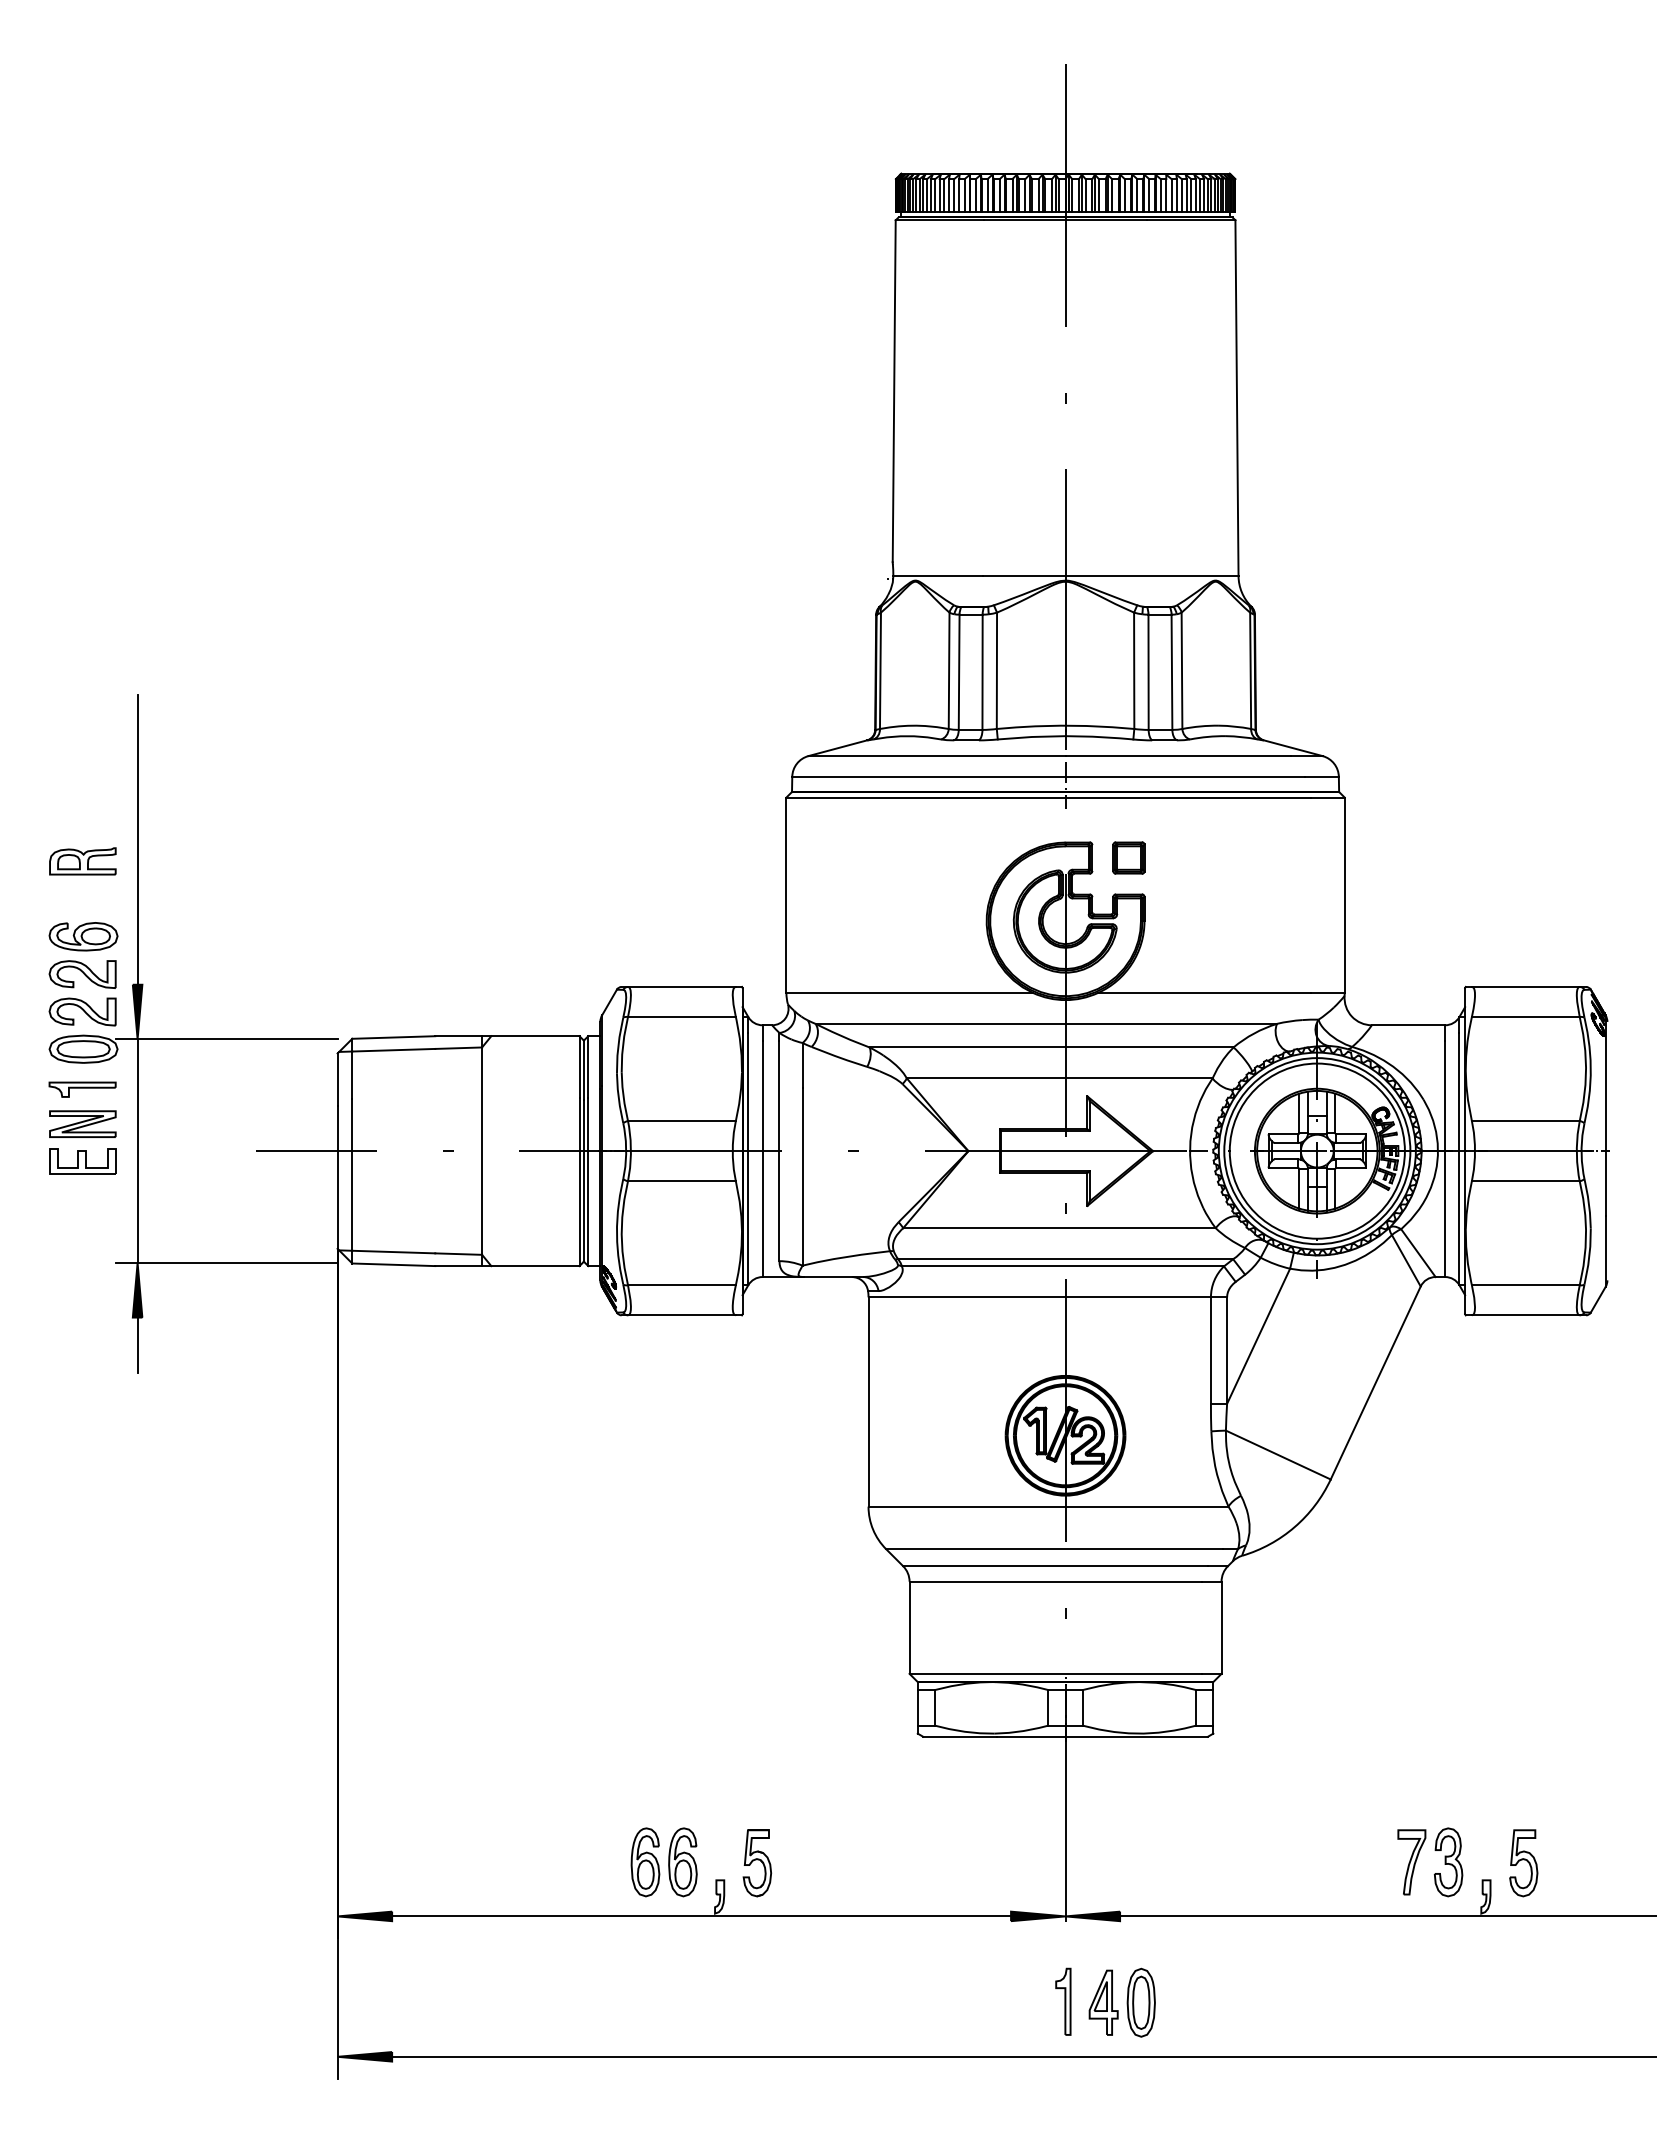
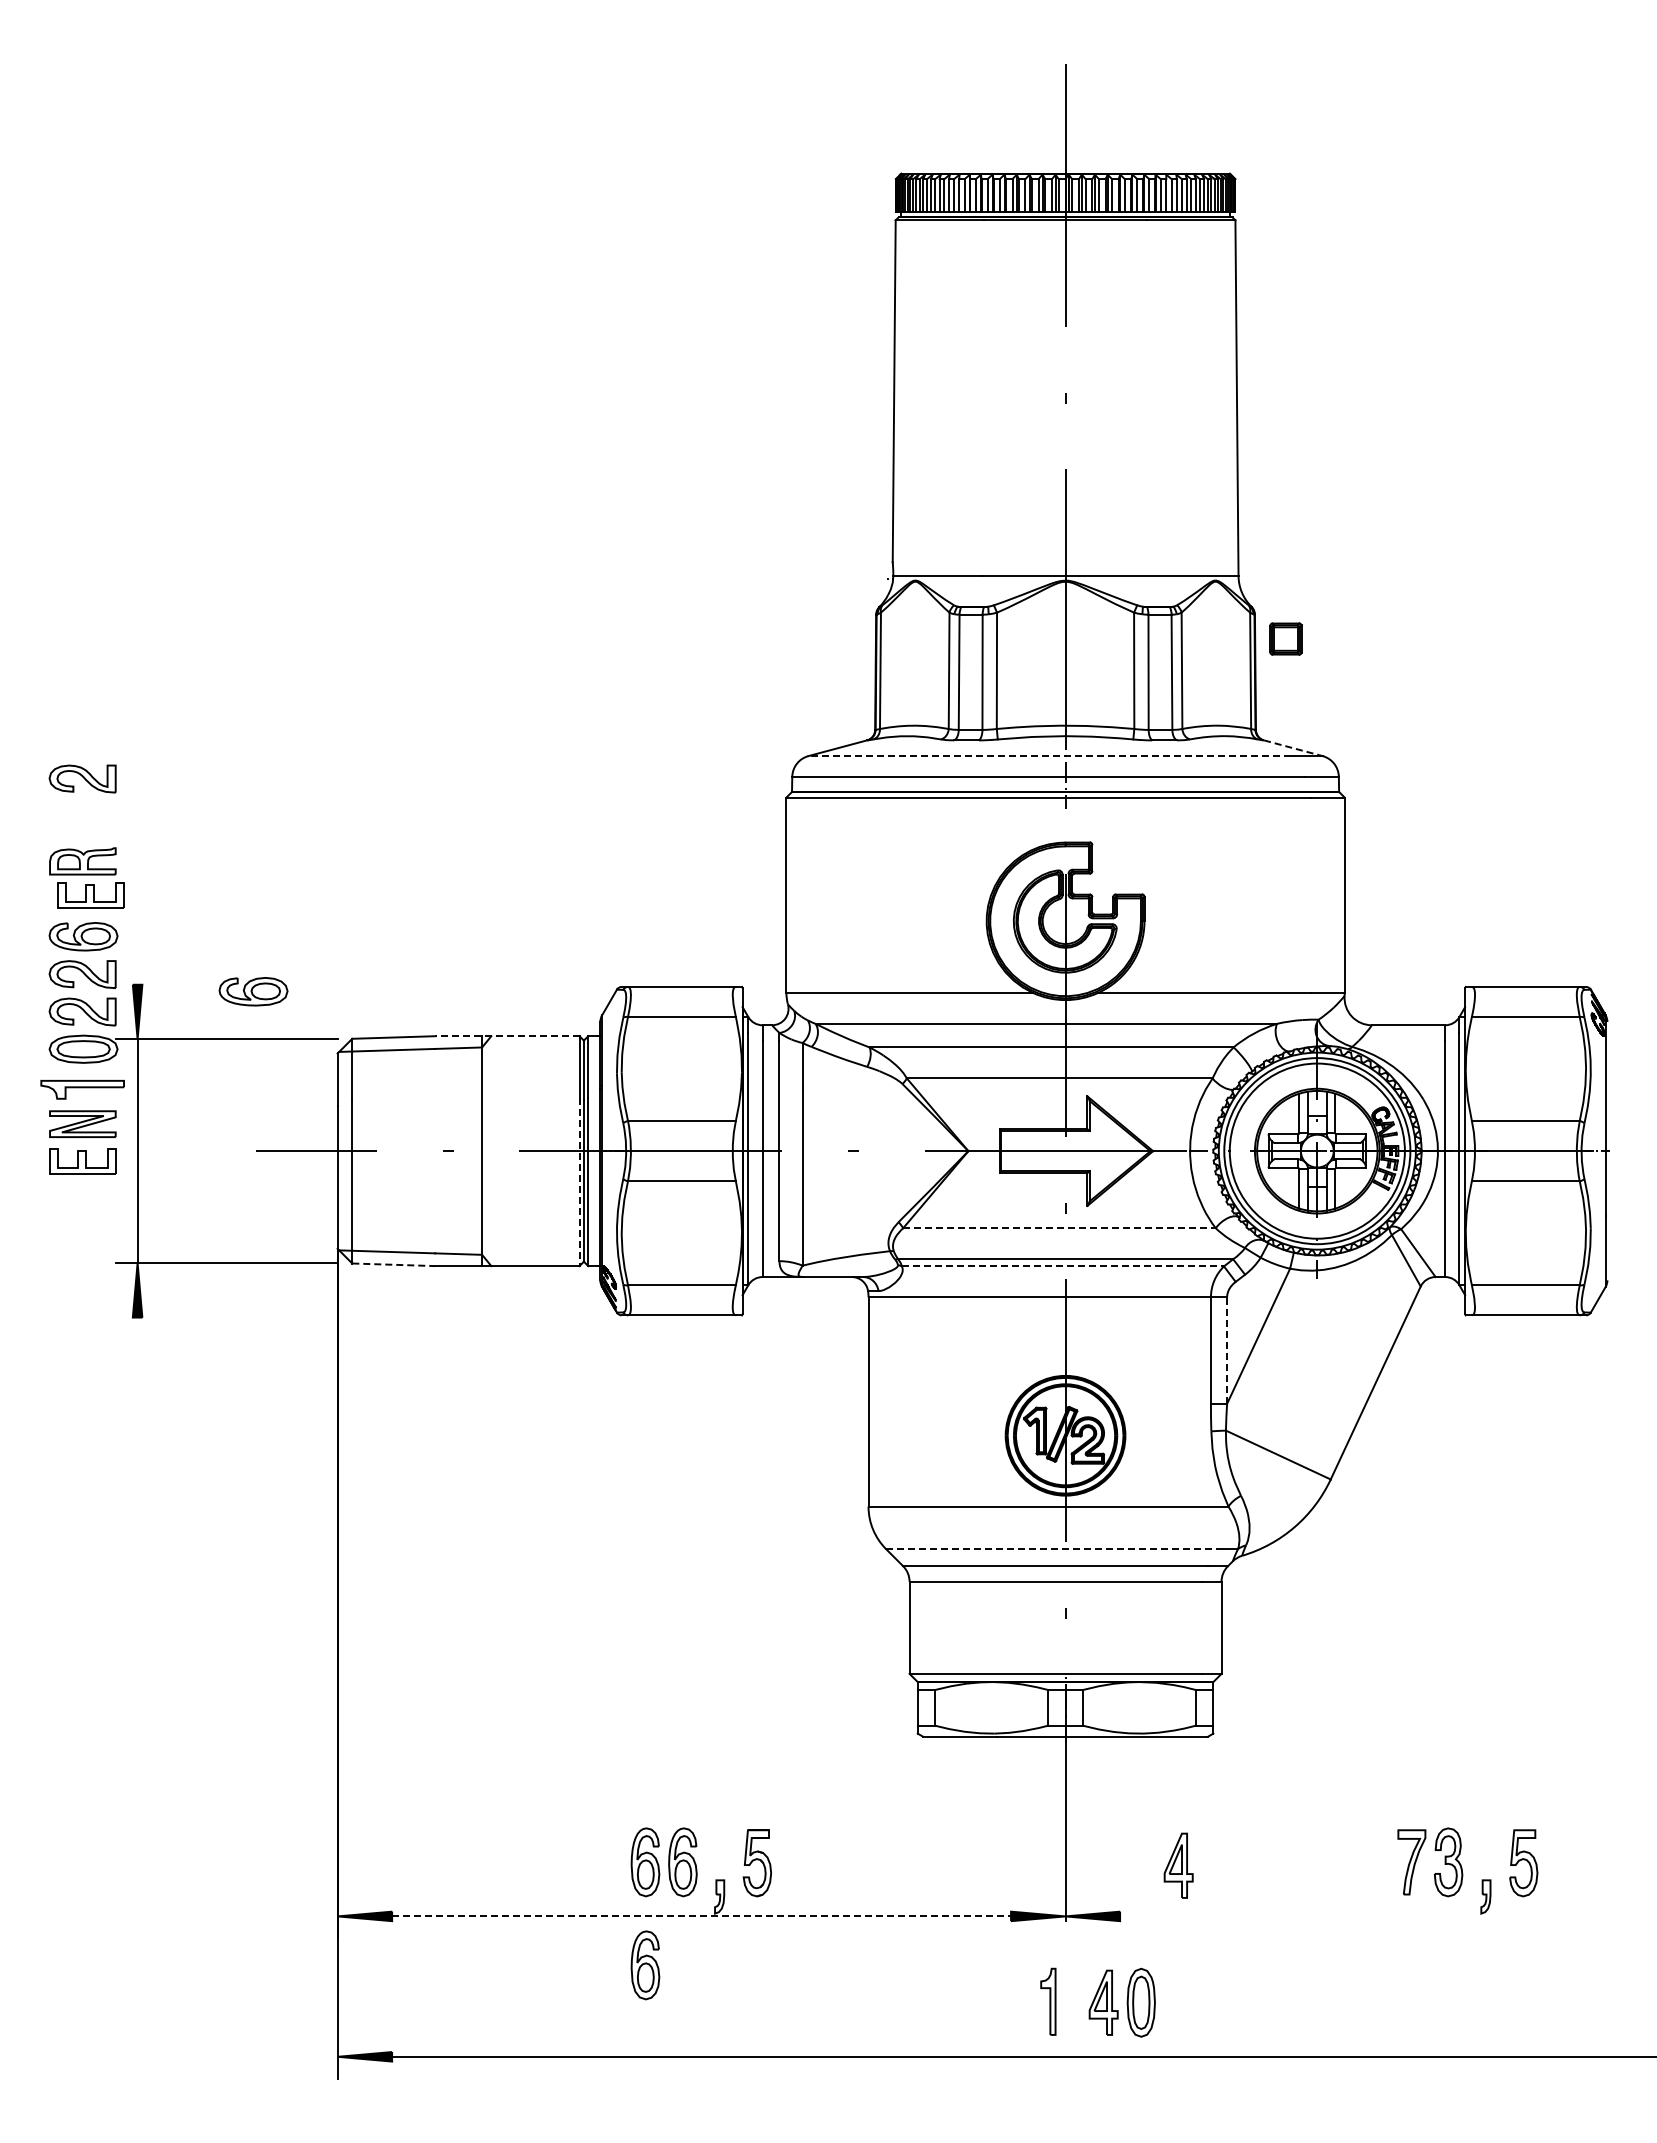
line at (1293, 748): solid -> dashed
line at (1049, 756): solid -> dashed
part at (82, 778): none -> present
line at (137, 839): present -> none
part at (1128, 857) position: (1128, 857) -> (1285, 638)
part at (90, 895): none -> present
part at (253, 991): none -> present
line at (506, 1036): solid -> dashed
part at (82, 1089) size: 69x17 px -> 85x20 px
line at (579, 1182): solid -> dashed
line at (1059, 1228): solid -> dashed
line at (394, 1264): solid -> dashed
line at (1063, 1266): solid -> dashed
line at (137, 1344): present -> none
line at (1227, 1350): solid -> dashed
line at (1055, 1549): solid -> dashed
part at (1178, 1865): none -> present
line at (702, 1916): solid -> dashed
line at (1386, 1916): present -> none
part at (645, 1965): none -> present
part at (1063, 2001) position: (1063, 2001) -> (1048, 2001)
